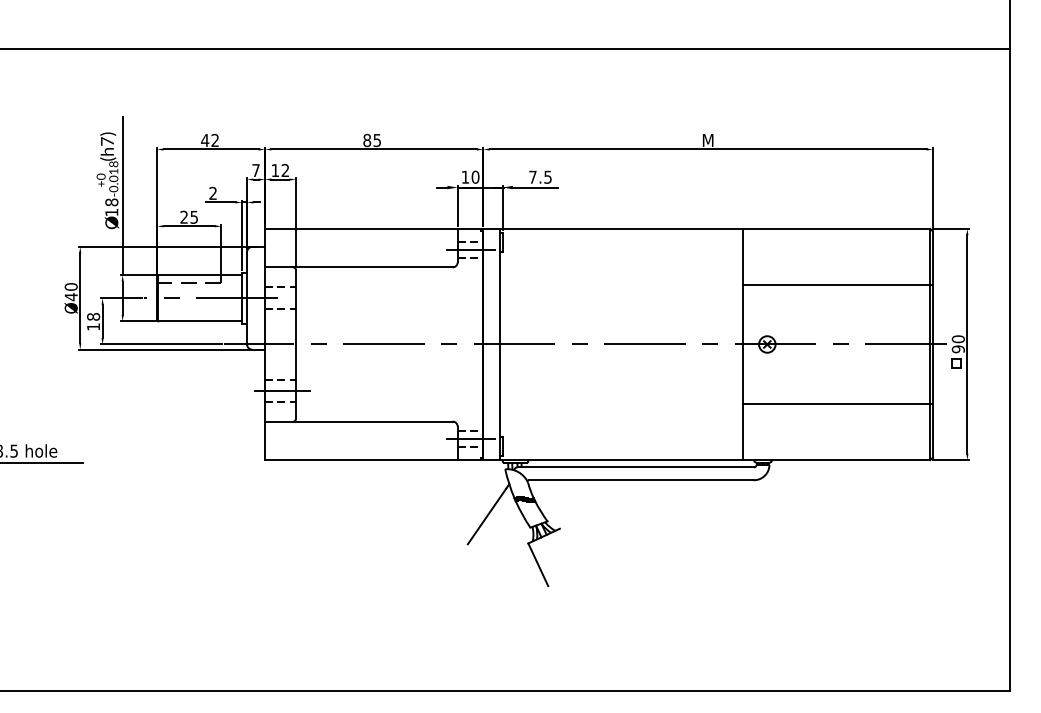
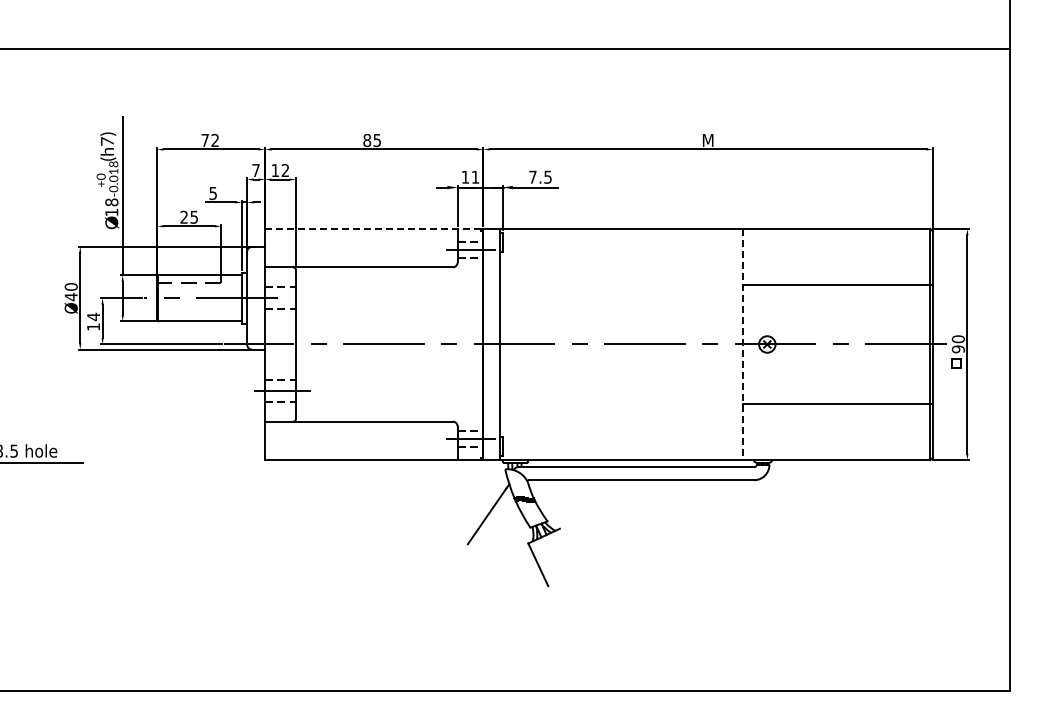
text at (205, 140): 42 -> 72
text at (475, 176): 10 -> 11
text at (212, 193): 2 -> 5
line at (372, 228): solid -> dashed
text at (93, 316): 18 -> 14
line at (743, 344): solid -> dashed
